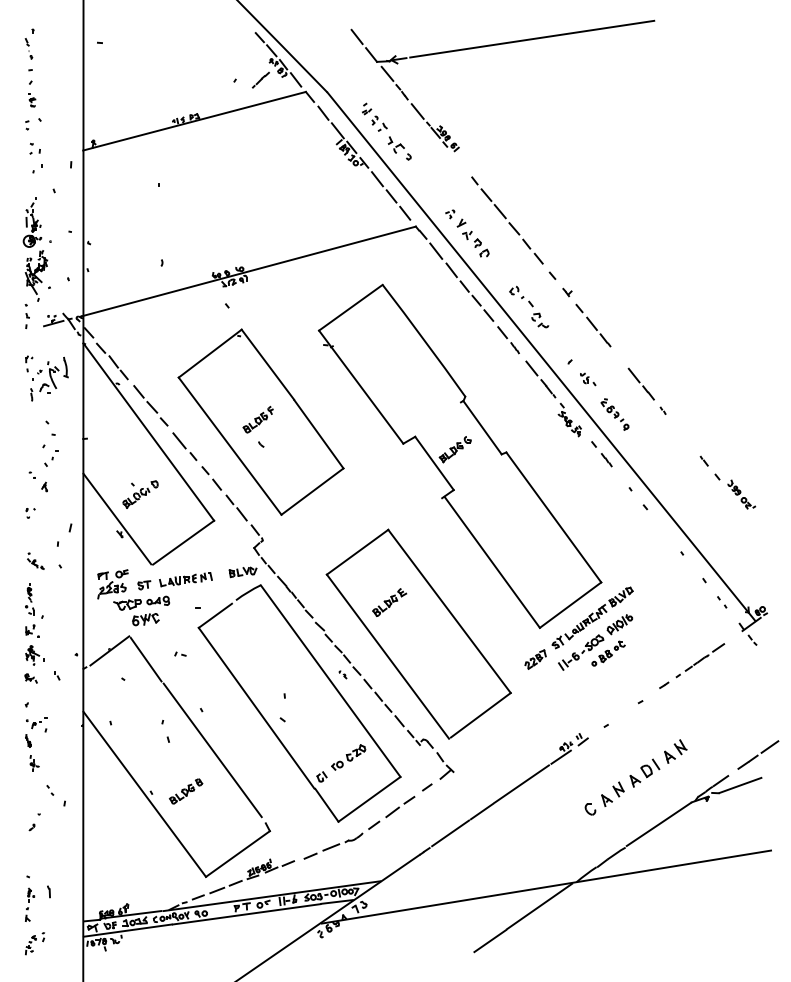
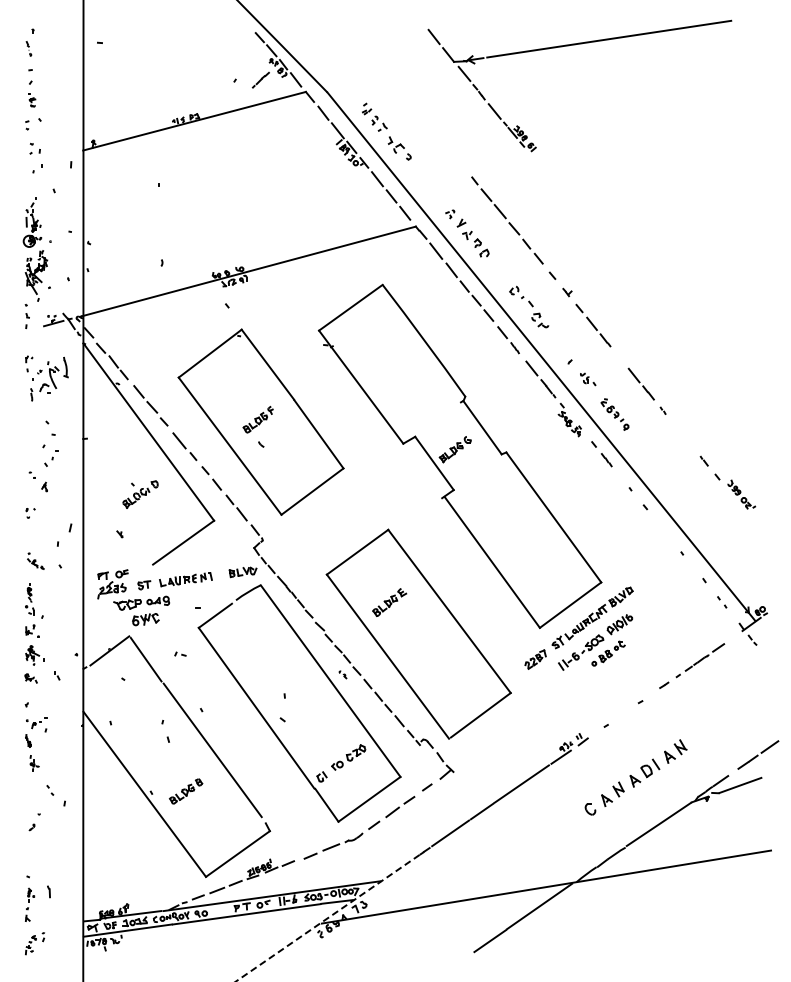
part at (498, 45) position: (498, 45) -> (575, 45)
part at (28, 48) size: 10x22 px -> 8x16 px
line at (117, 518): present -> none
line at (327, 918): solid -> dashed
